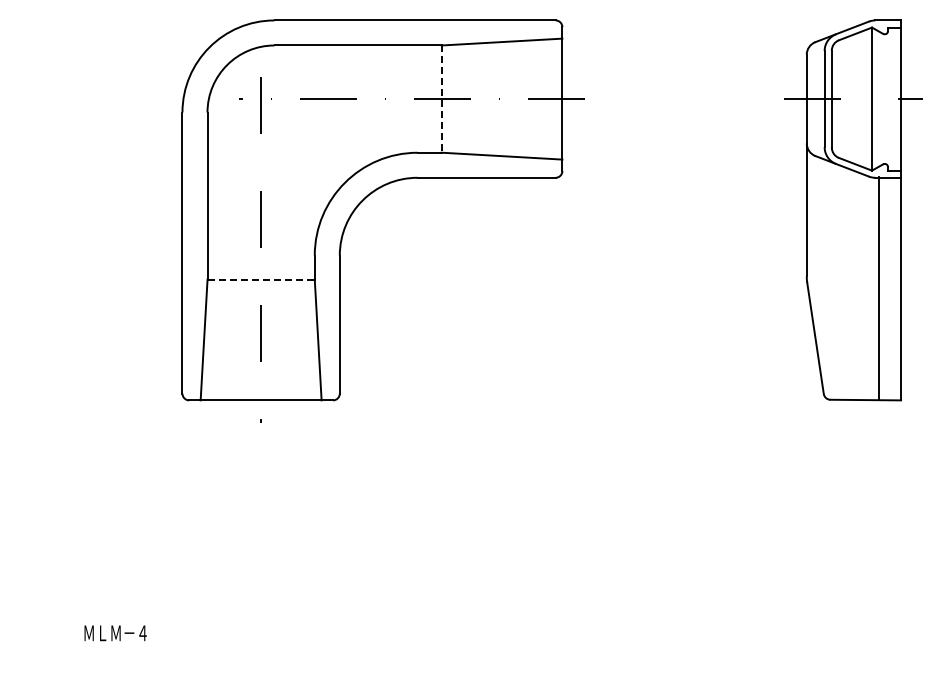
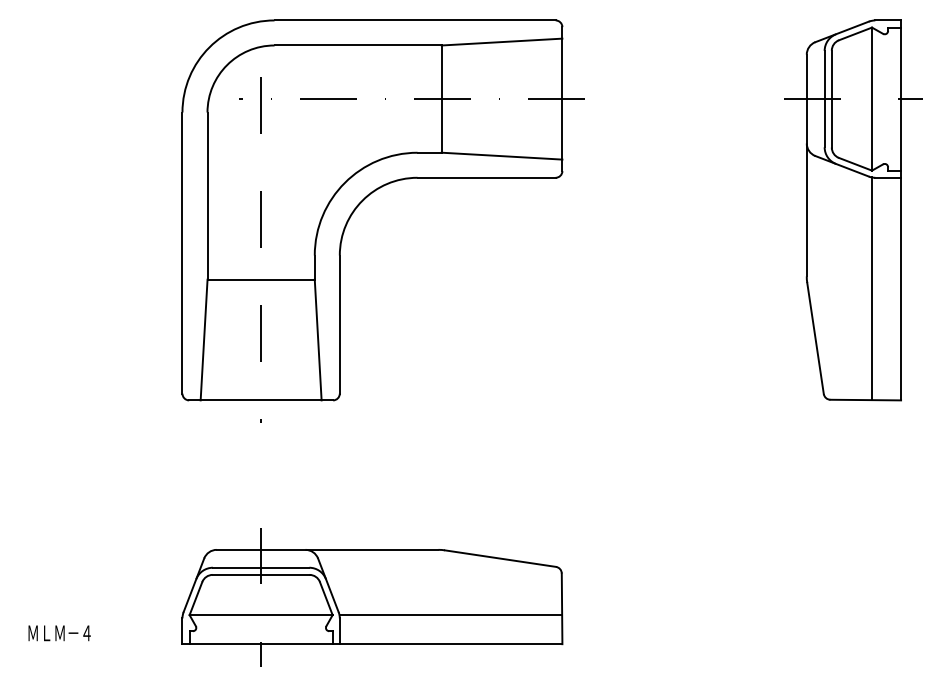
line at (441, 99): dashed -> solid
line at (261, 279): dashed -> solid
line at (879, 288) position: (879, 288) -> (872, 288)
part at (372, 597): none -> present
text at (115, 633) position: (115, 633) -> (59, 633)
